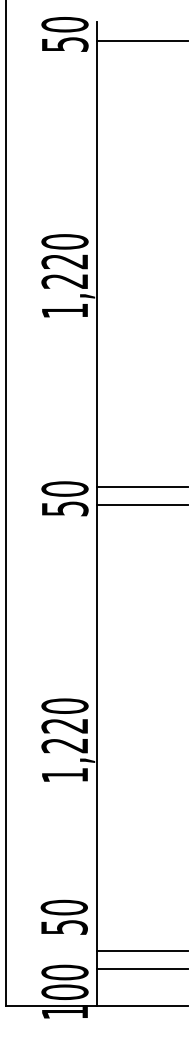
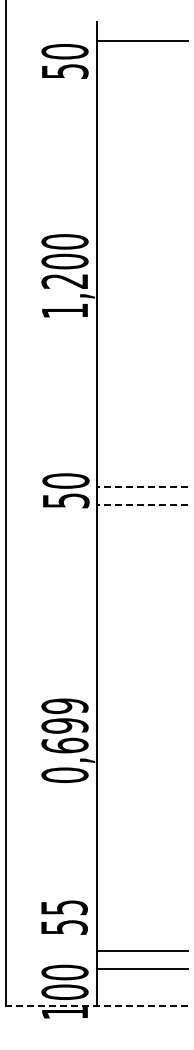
text at (64, 34) position: (64, 34) -> (64, 61)
text at (64, 261): 1,220 -> 1,200
line at (142, 486): solid -> dashed
text at (64, 498) position: (64, 498) -> (65, 490)
line at (142, 504): solid -> dashed
text at (64, 740): 1,220 -> 0,699
text at (63, 907): 50 -> 55
line at (96, 1005): solid -> dashed
